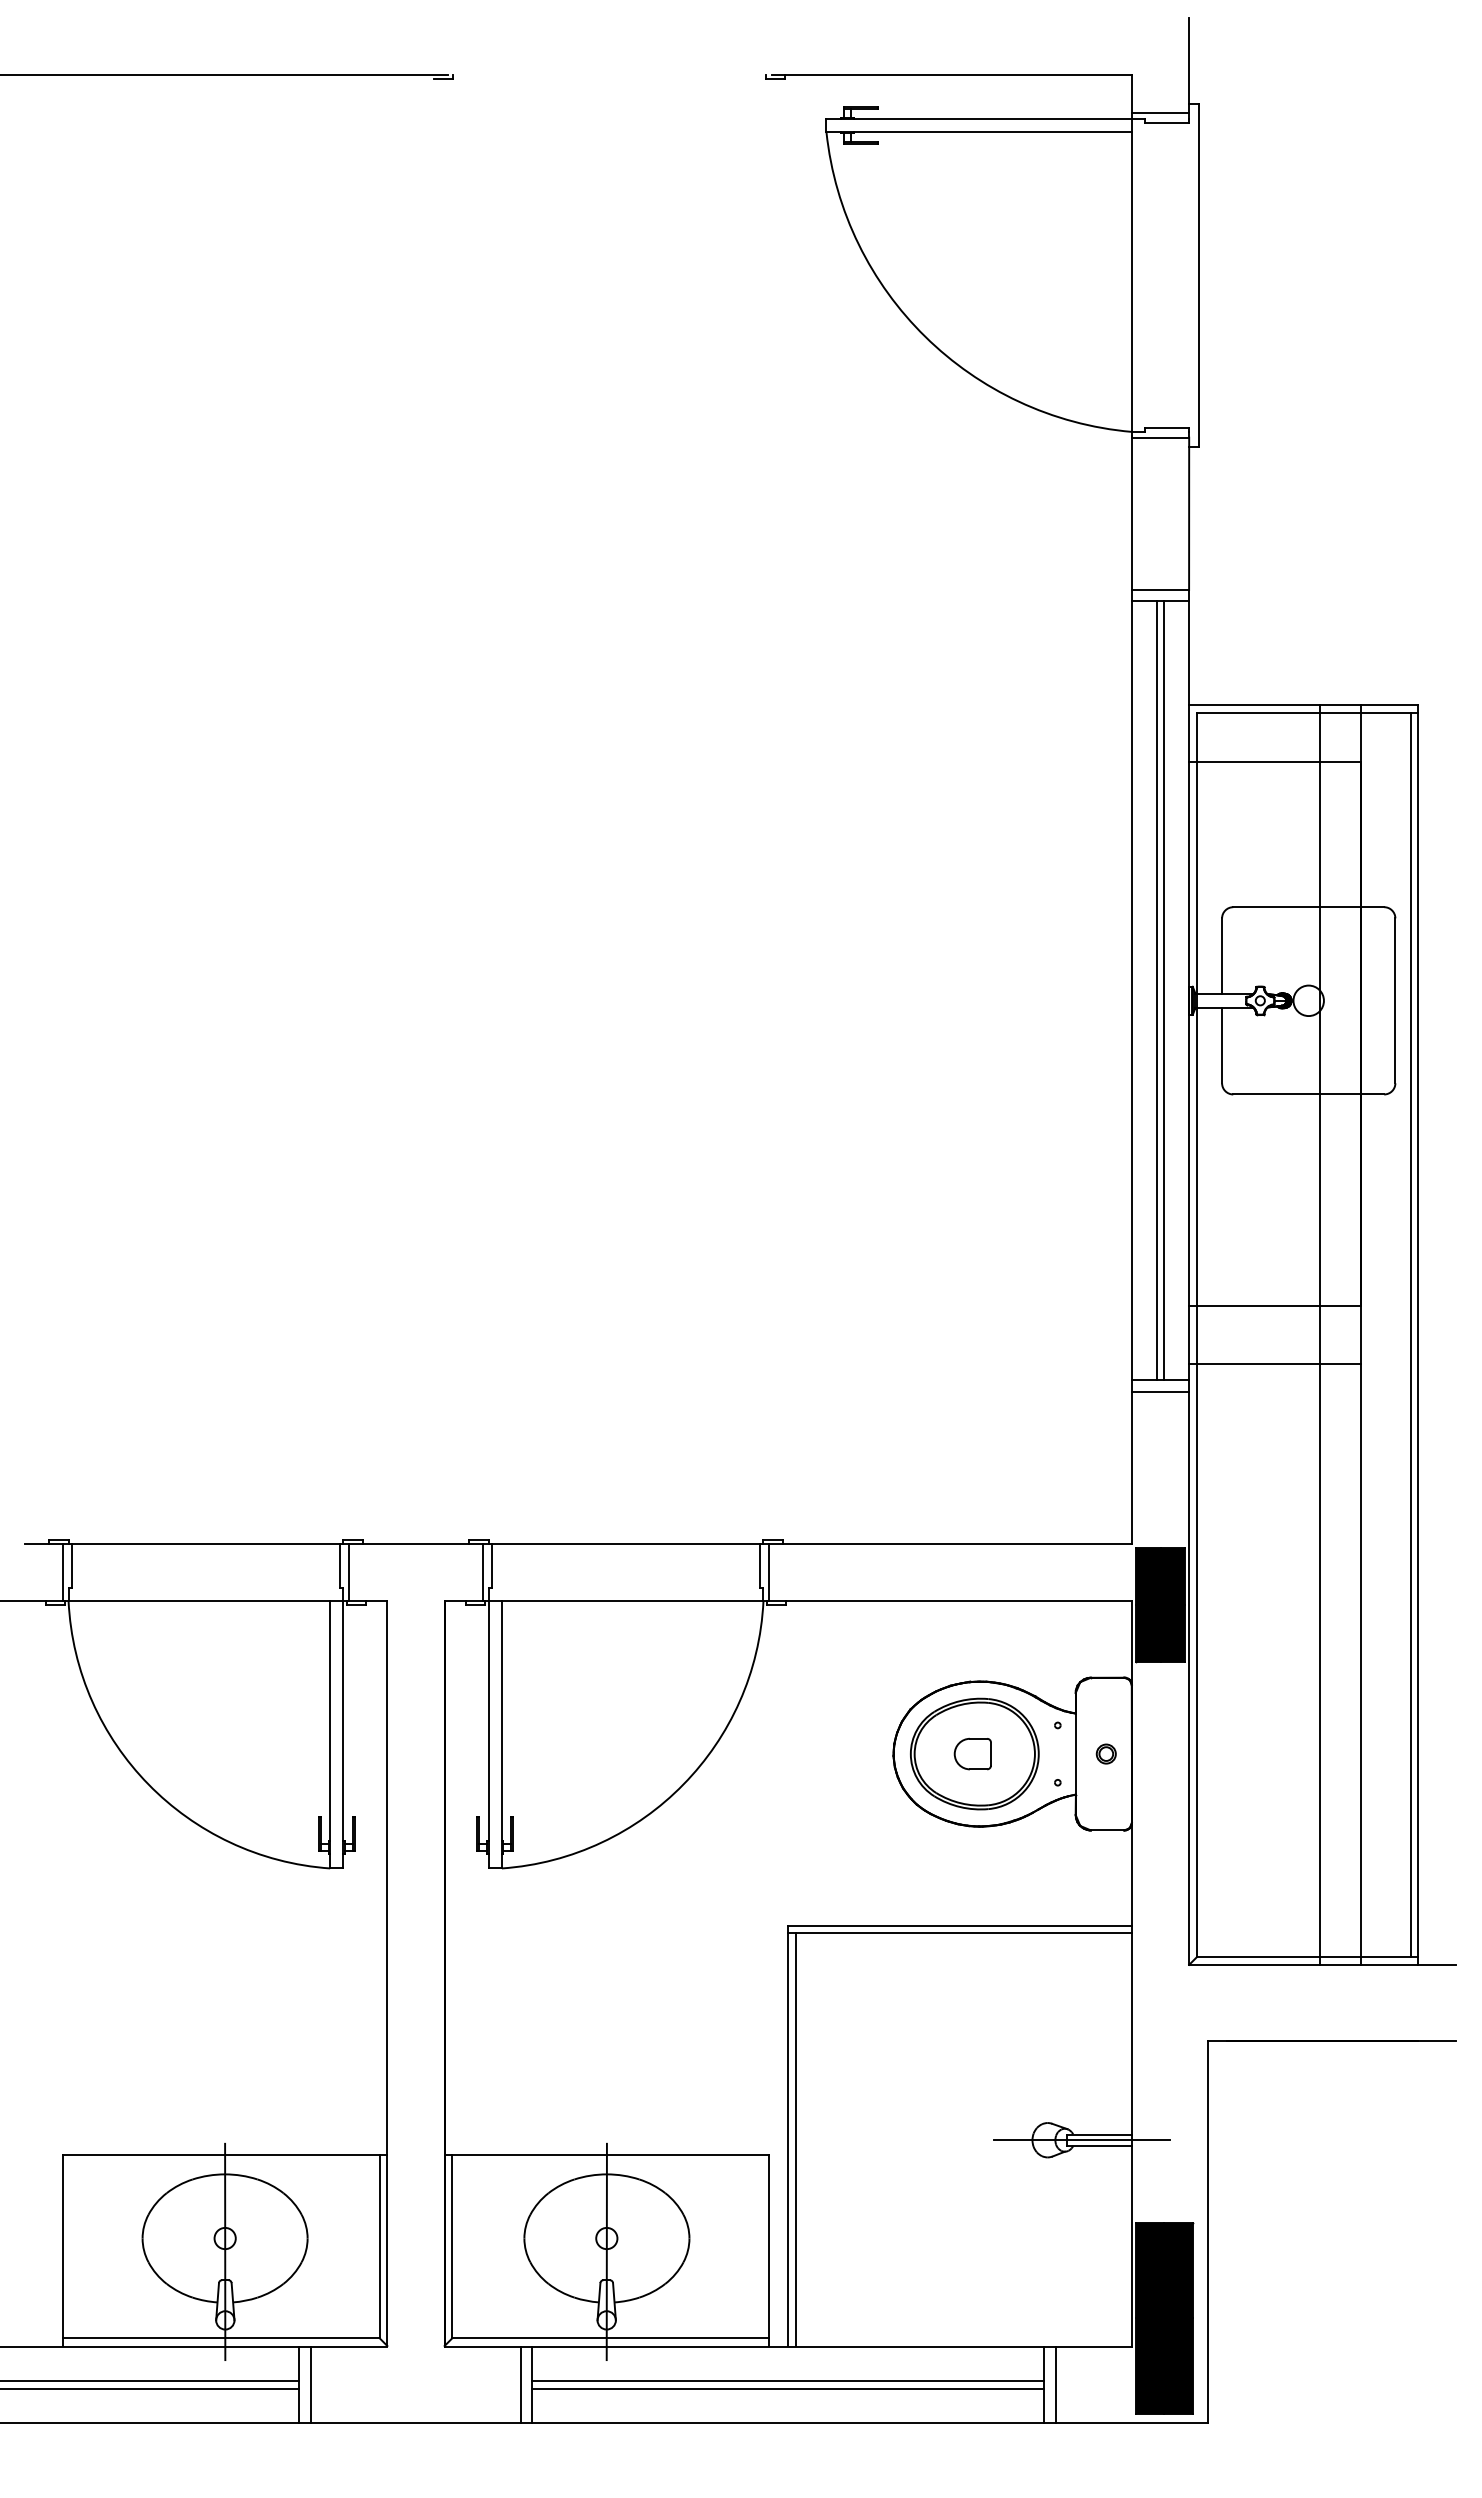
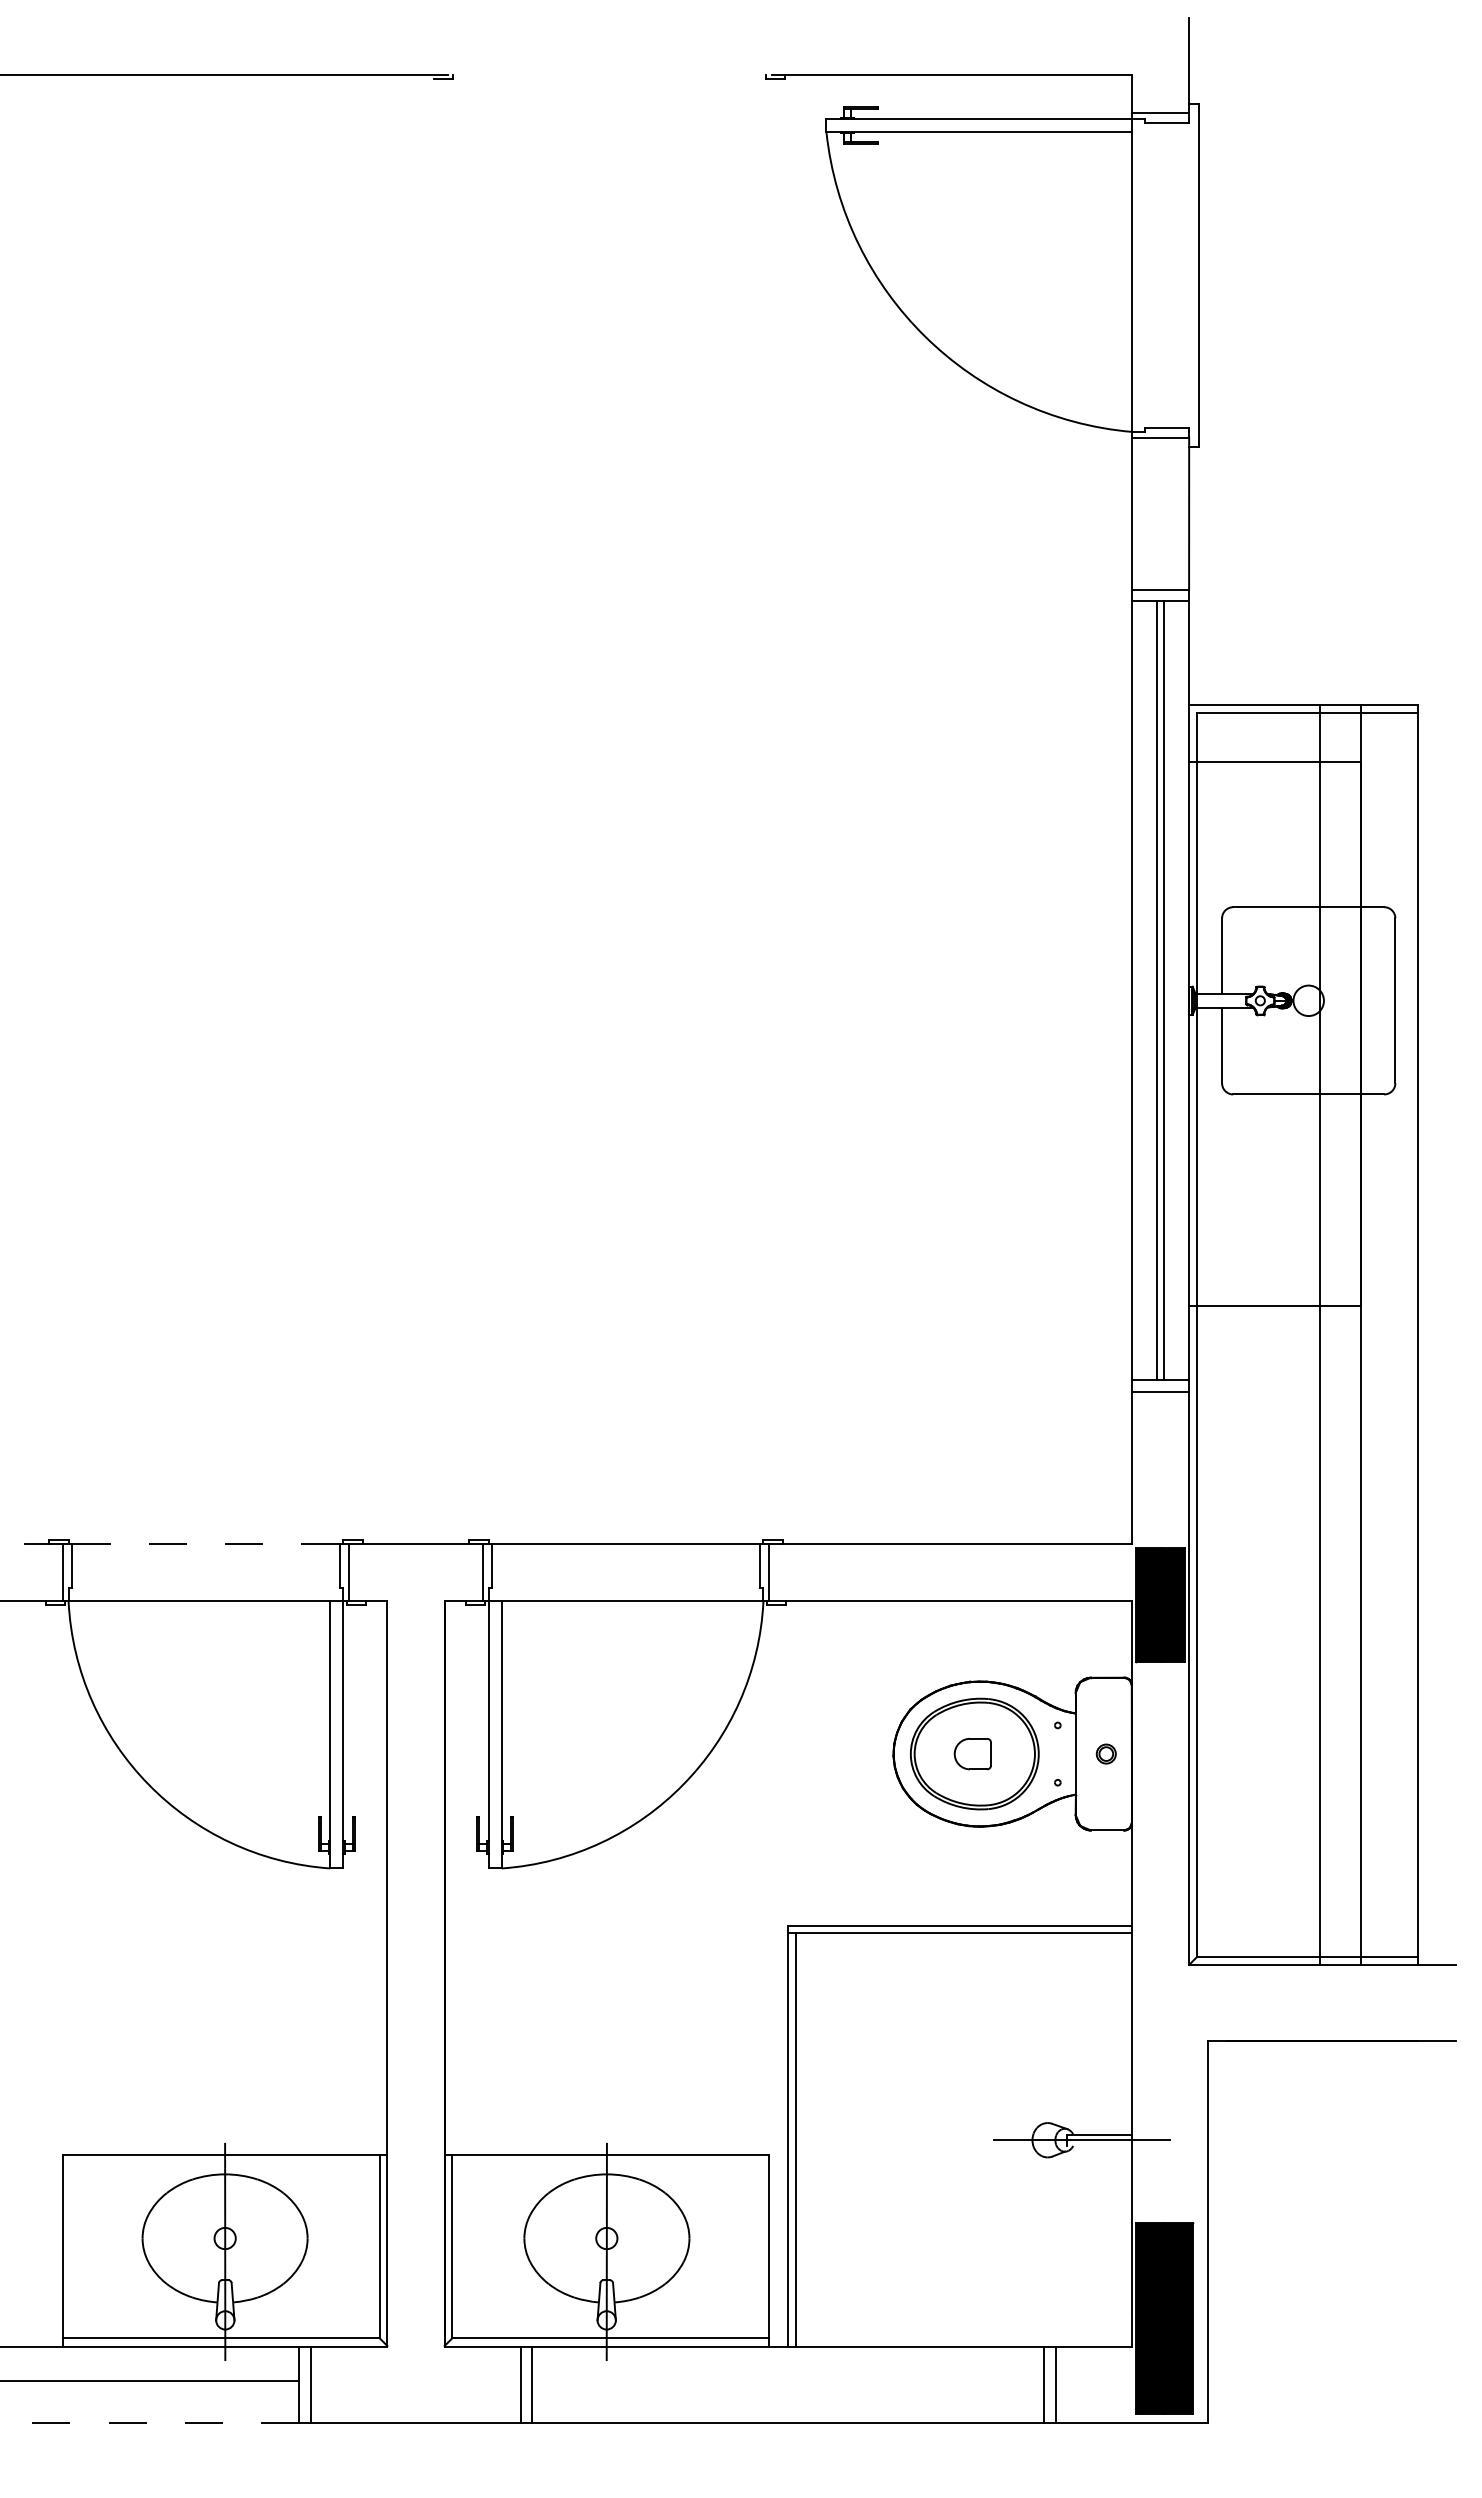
line at (1410, 1334): present -> none
line at (1274, 1363): present -> none
line at (206, 1543): solid -> dashed
line at (1098, 2145): present -> none
line at (788, 2381): present -> none
line at (150, 2388): present -> none
line at (788, 2388): present -> none
line at (149, 2423): solid -> dashed
